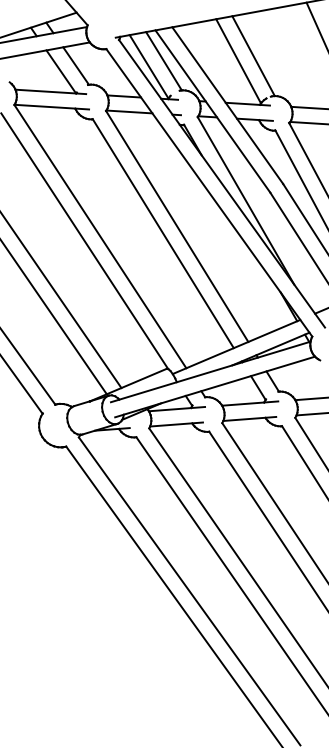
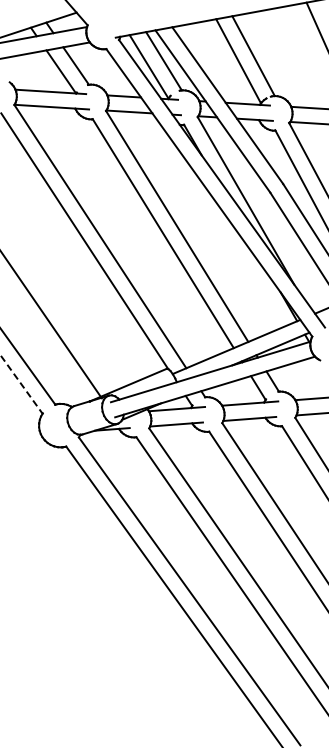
line at (61, 301): present -> none
line at (54, 318) position: (54, 318) -> (51, 325)
line at (21, 384): solid -> dashed
